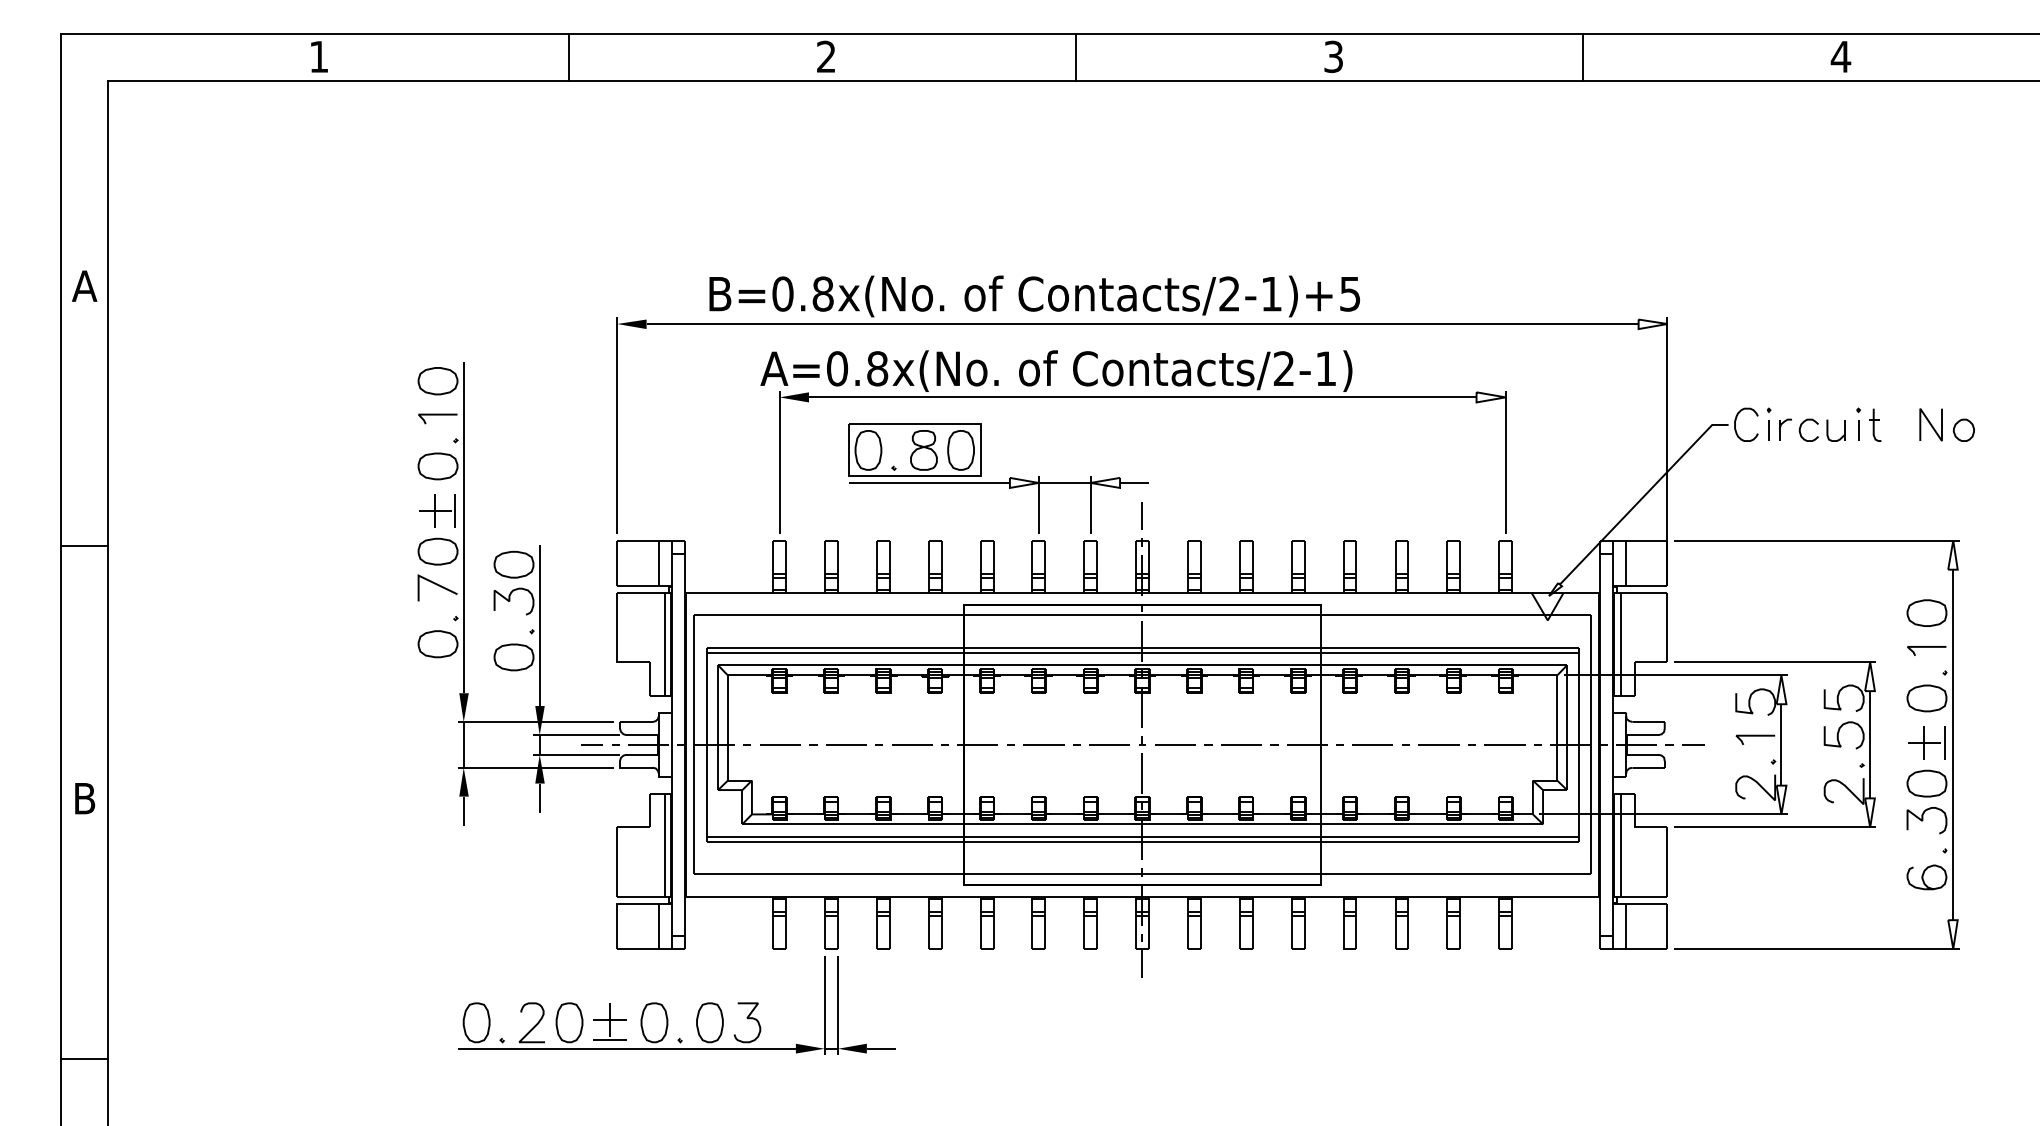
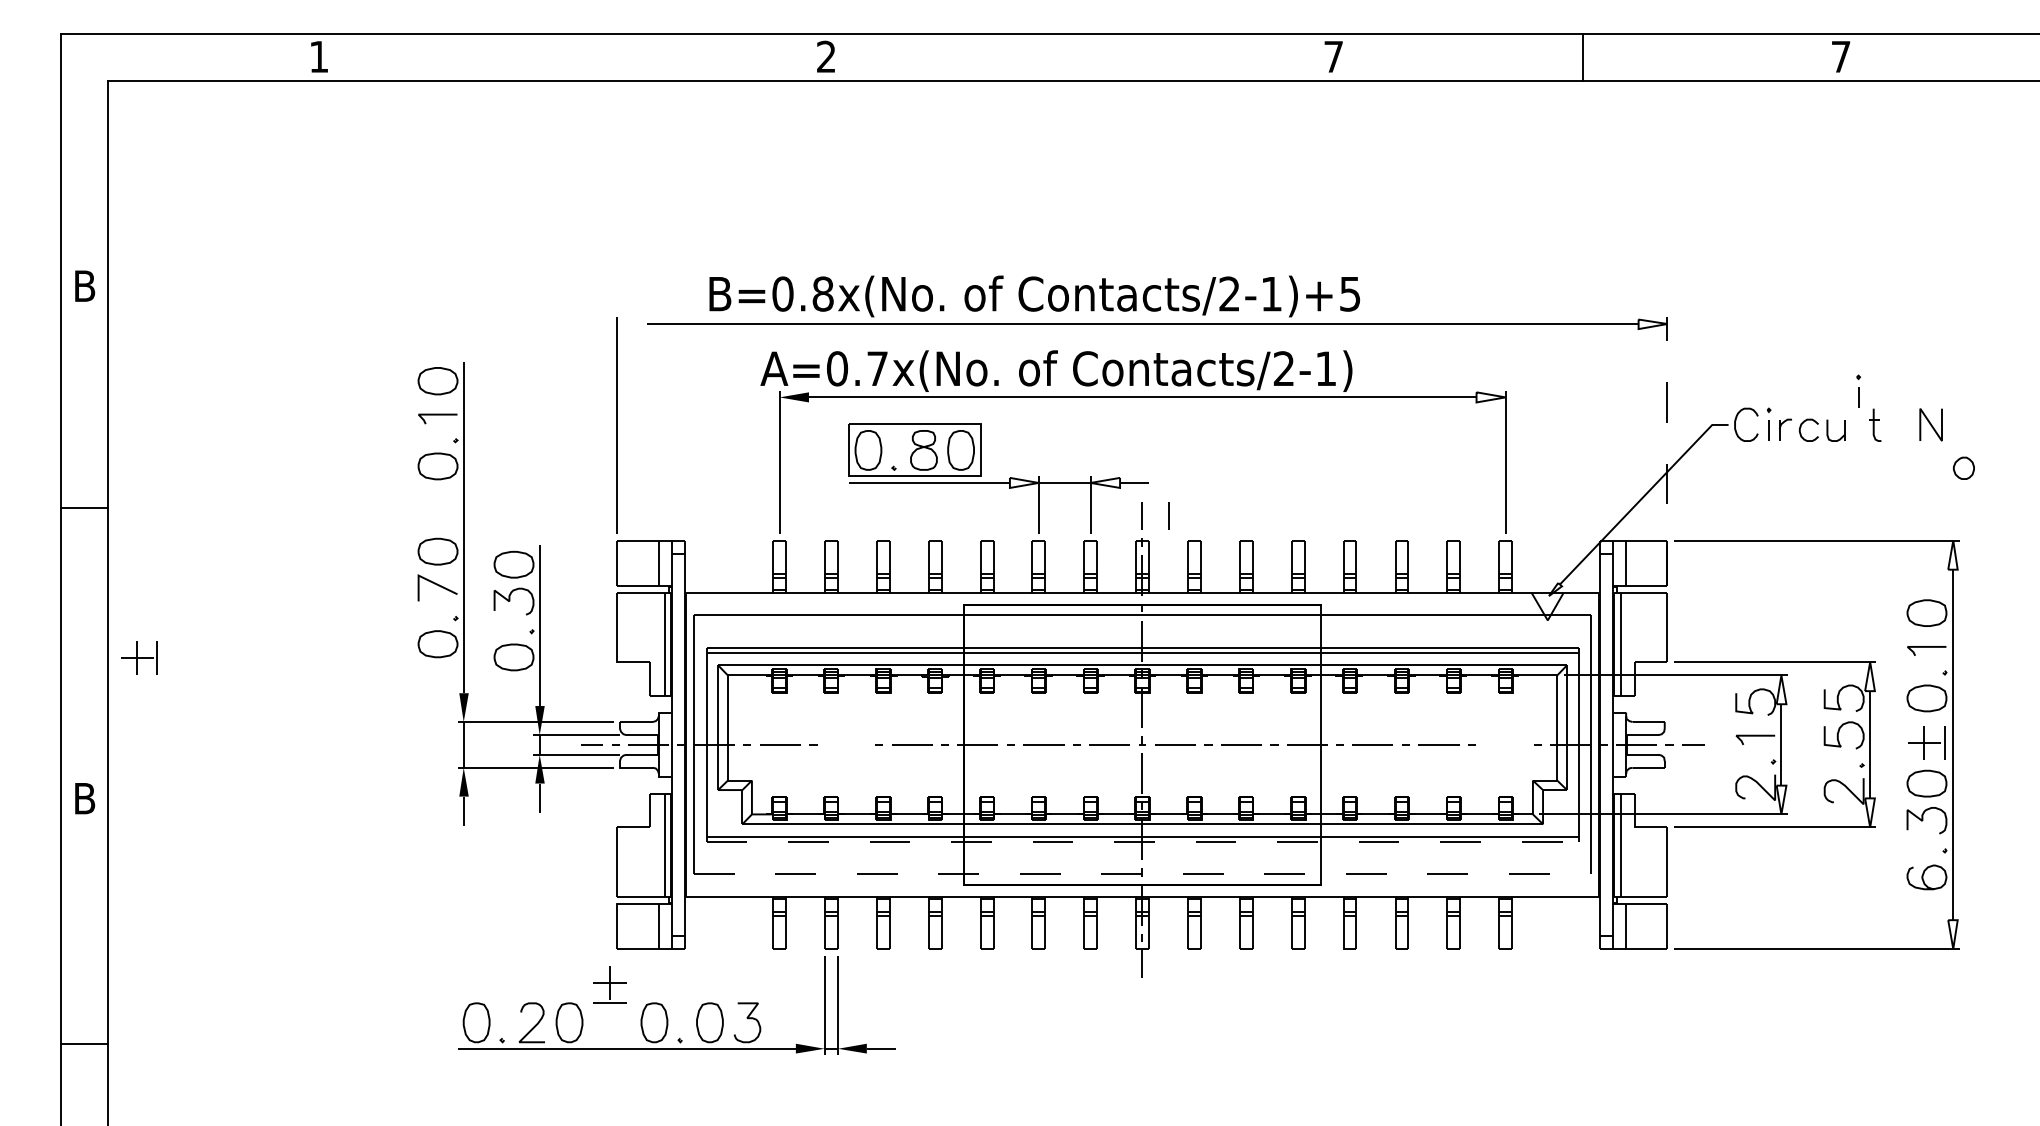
line at (568, 56): present -> none
line at (1075, 56): present -> none
text at (1333, 56): 3 -> 7
text at (1840, 56): 4 -> 7
text at (84, 285): A -> B
fill at (631, 324): present -> none
text at (877, 368): A=0.8x(No. -> A=0.7x(No.
part at (1858, 423) position: (1858, 423) -> (1858, 390)
part at (1963, 429) position: (1963, 429) -> (1963, 467)
line at (1667, 451): solid -> dashed
part at (437, 510) position: (437, 510) -> (139, 657)
line at (1168, 515): none -> present
line at (84, 546) position: (84, 546) -> (84, 508)
line at (846, 744): present -> none
line at (1504, 744): present -> none
line at (1143, 842): solid -> dashed
line at (1142, 874): solid -> dashed
part at (609, 1021) position: (609, 1021) -> (609, 984)
line at (84, 1058) position: (84, 1058) -> (84, 1043)
